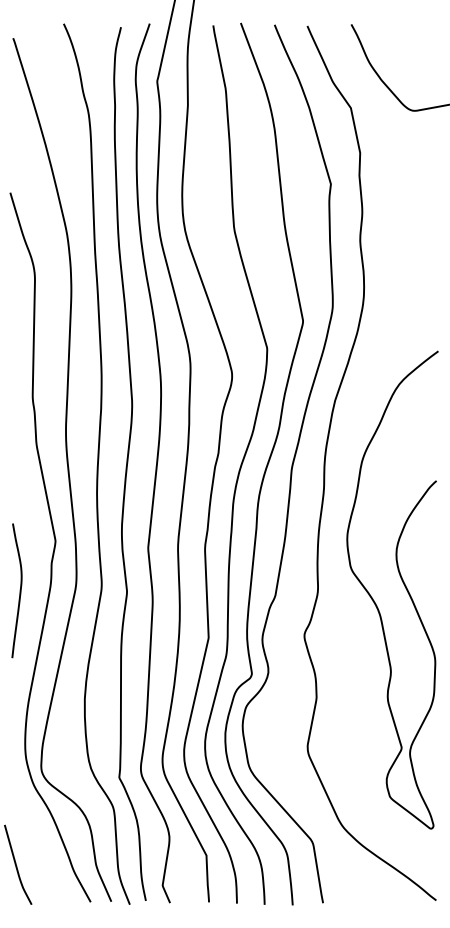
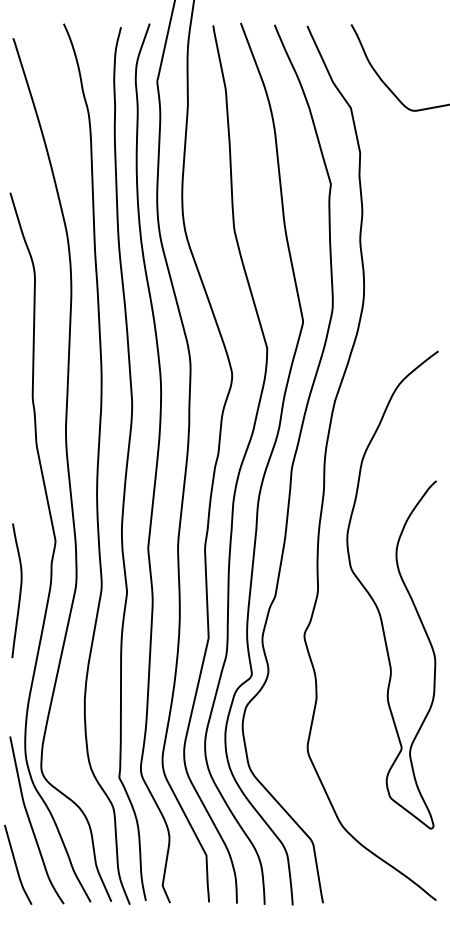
curve at (31, 822): none -> present
